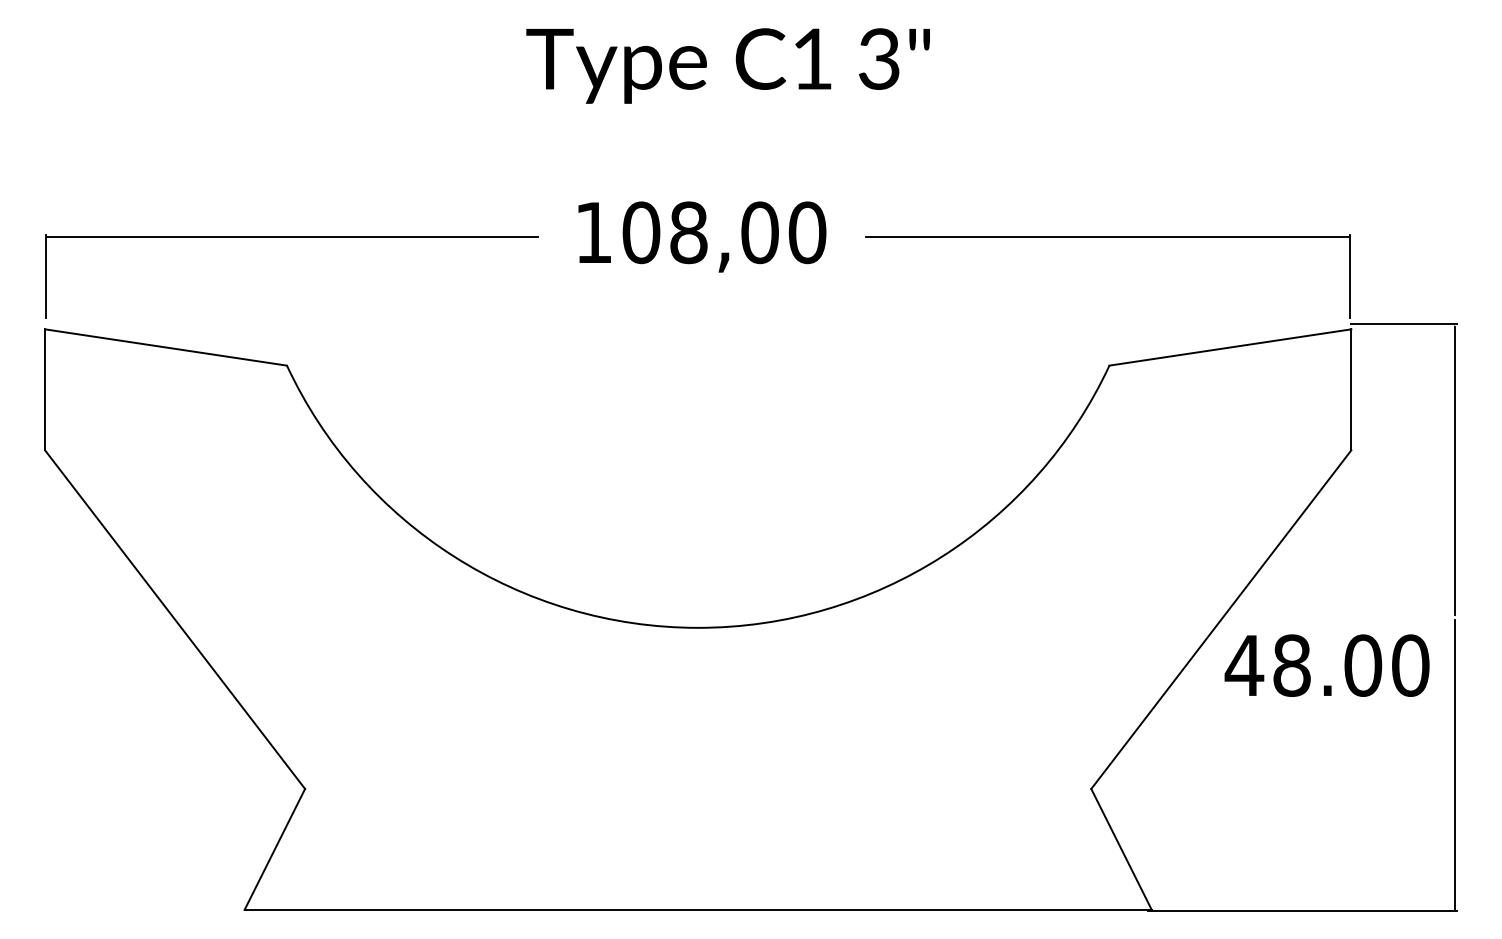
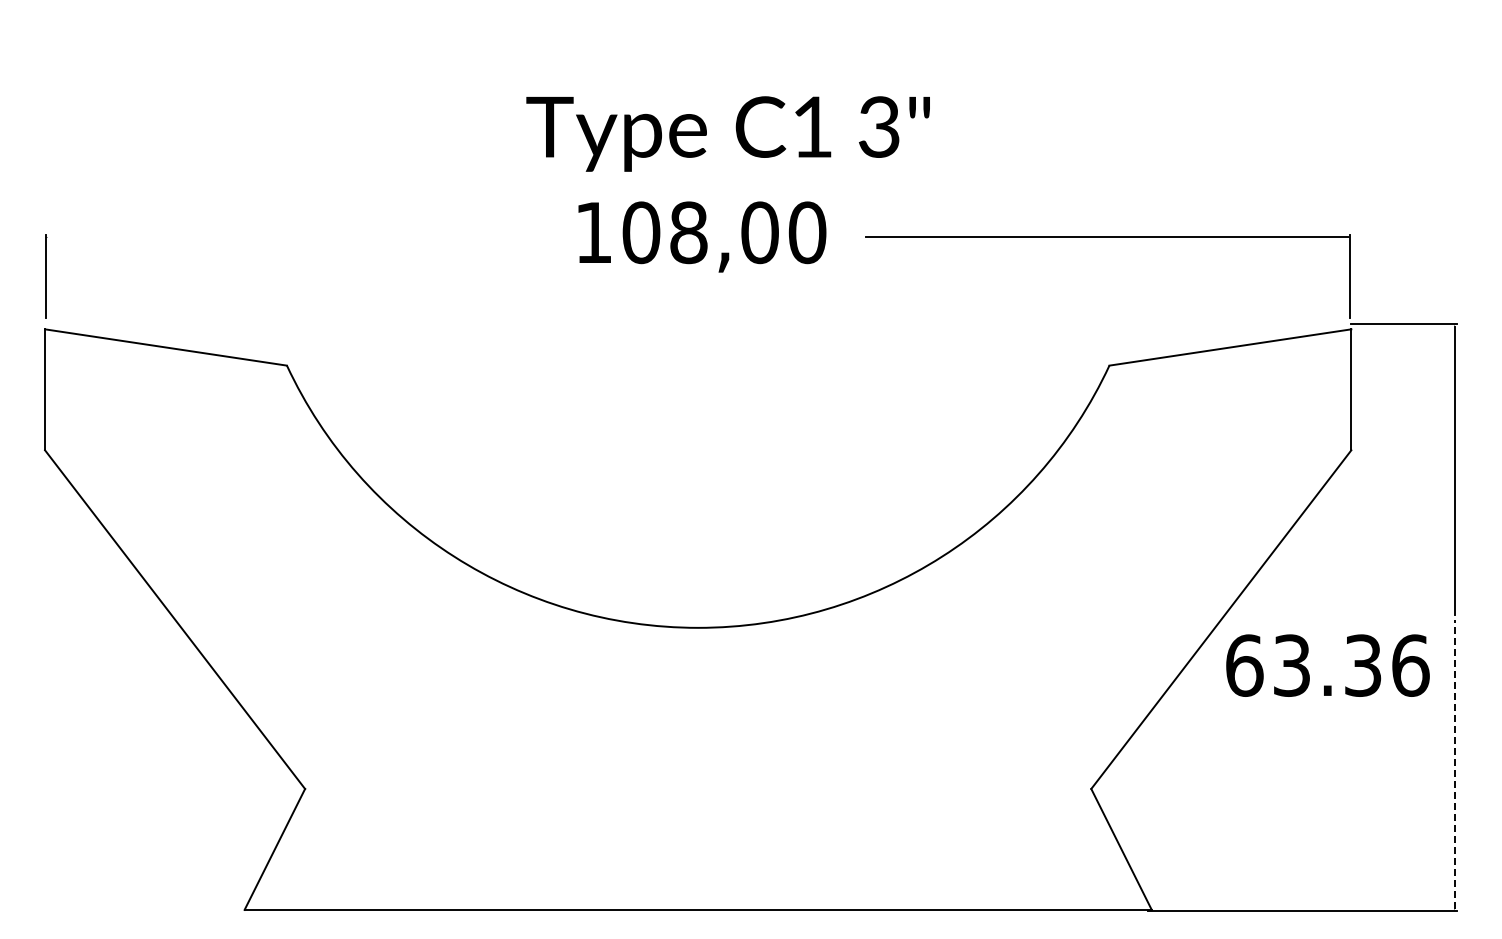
text at (727, 65) position: (727, 65) -> (727, 133)
line at (292, 237): present -> none
text at (1326, 665): 48.00 -> 63.36
line at (1454, 763): solid -> dashed
